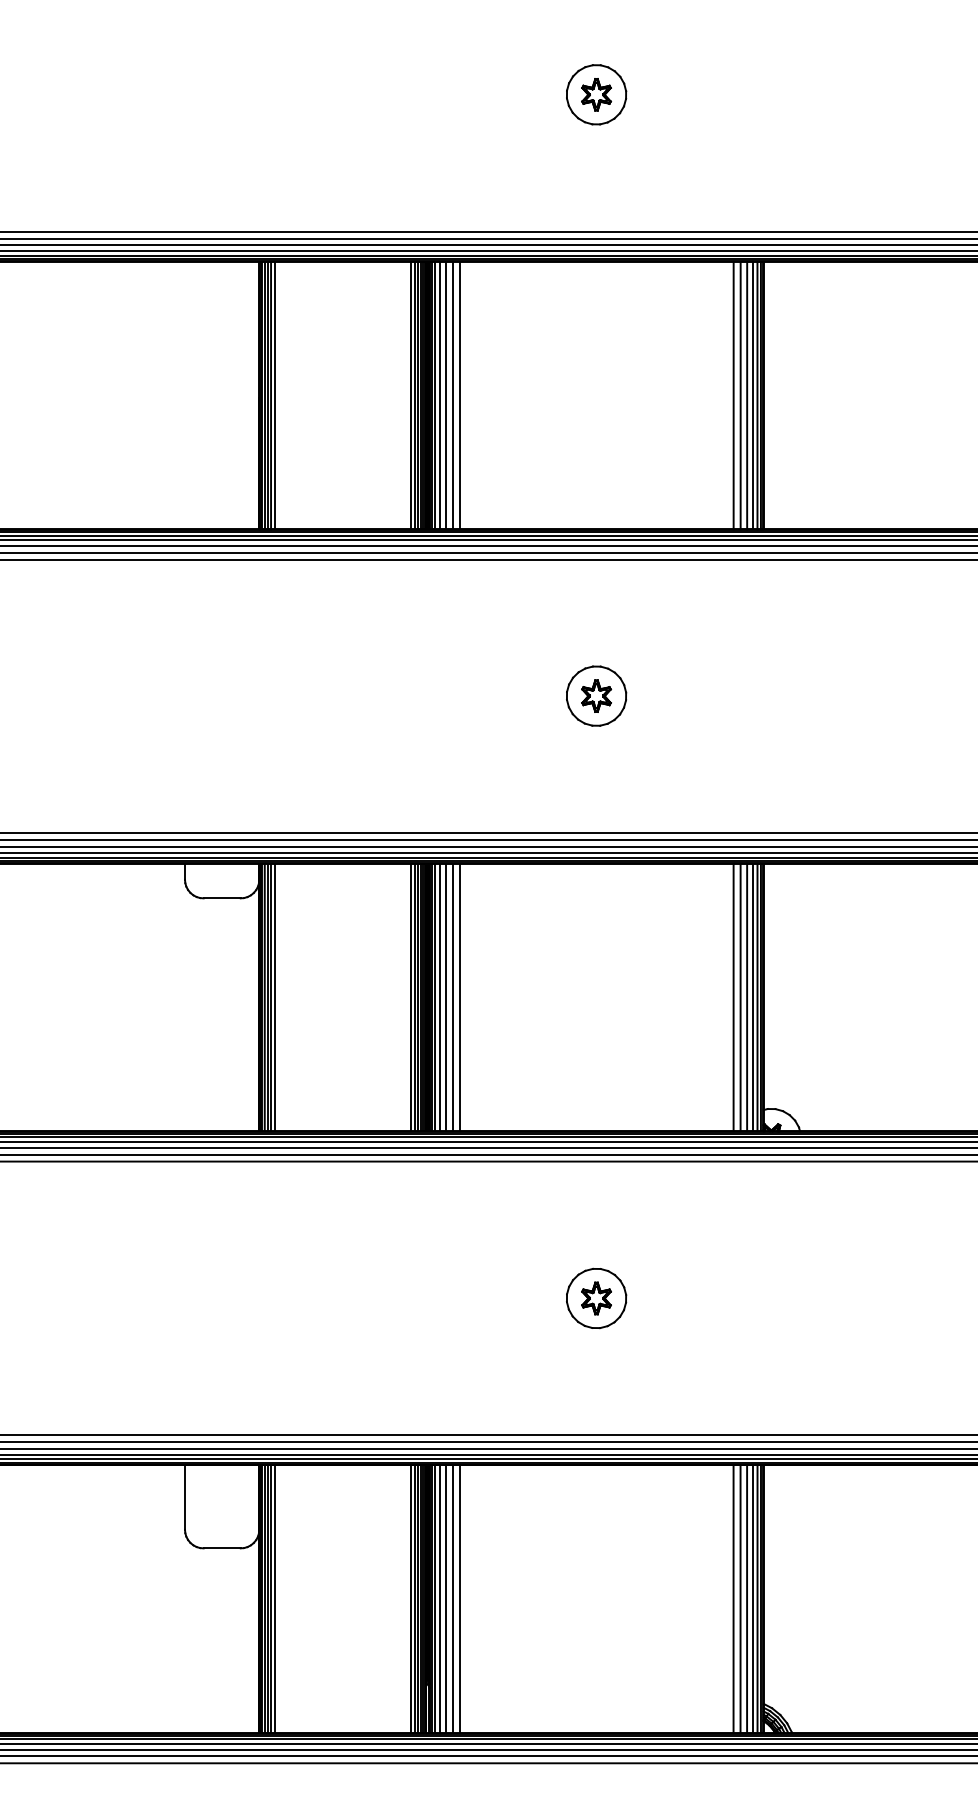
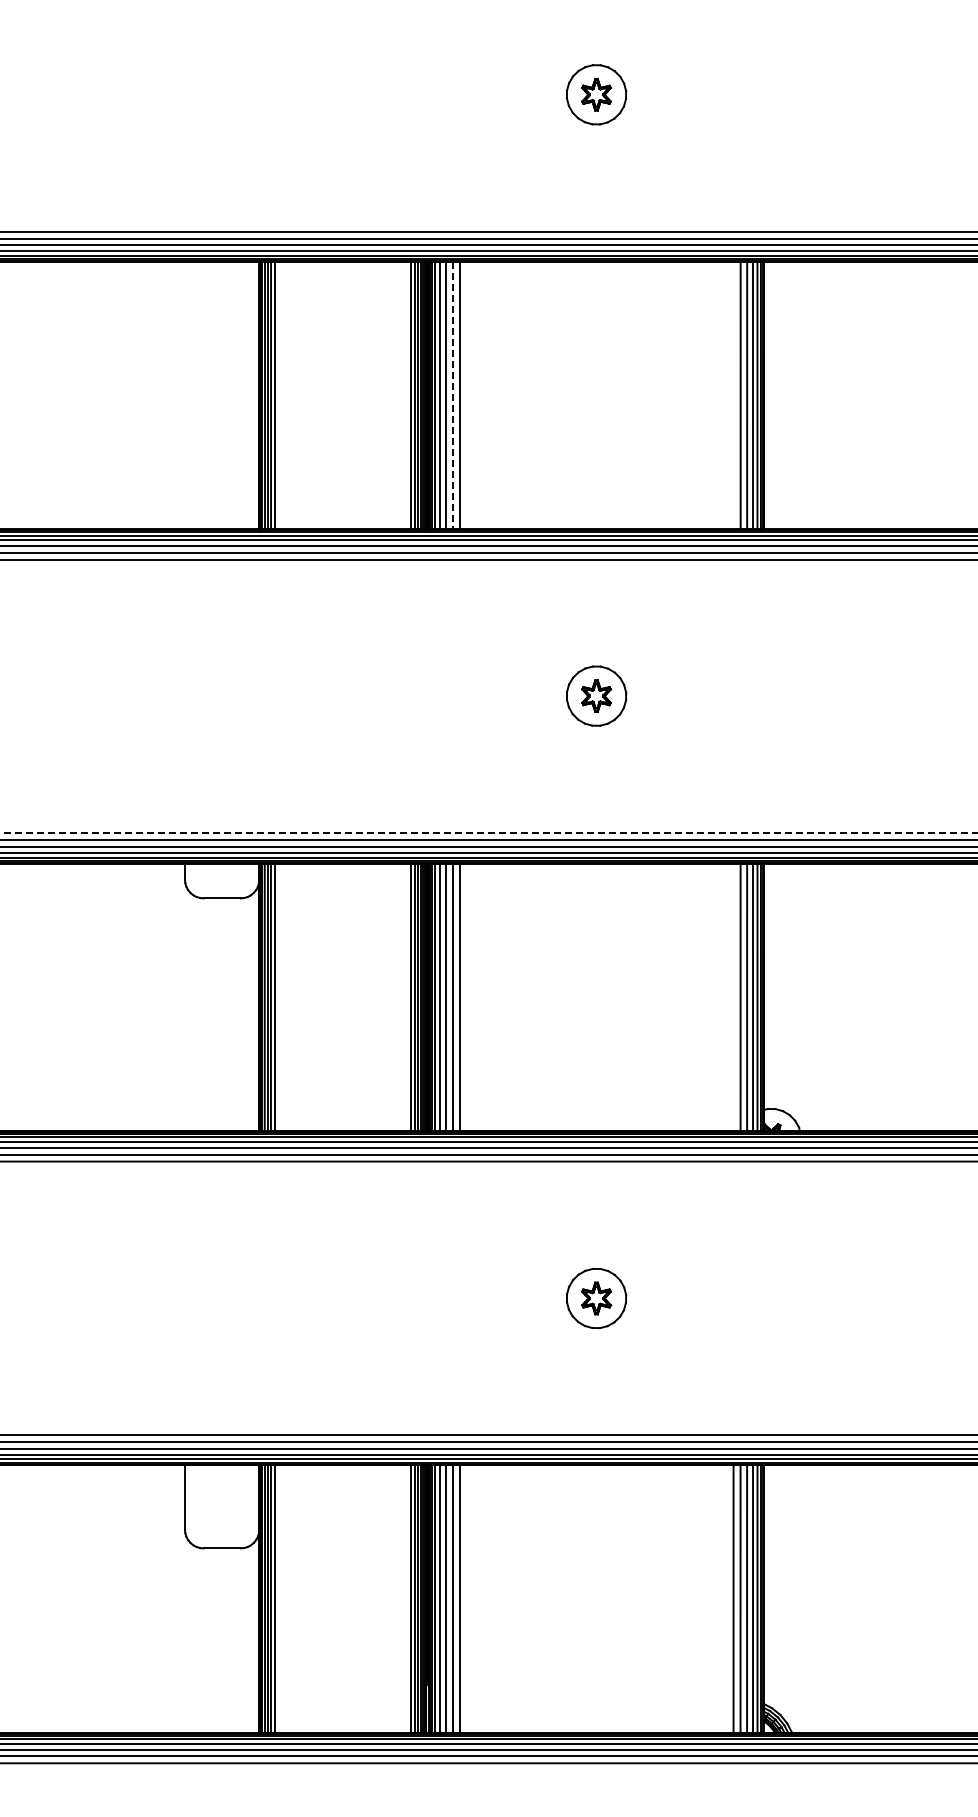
line at (452, 395): solid -> dashed
line at (733, 395): present -> none
line at (489, 833): solid -> dashed
line at (733, 997): present -> none
